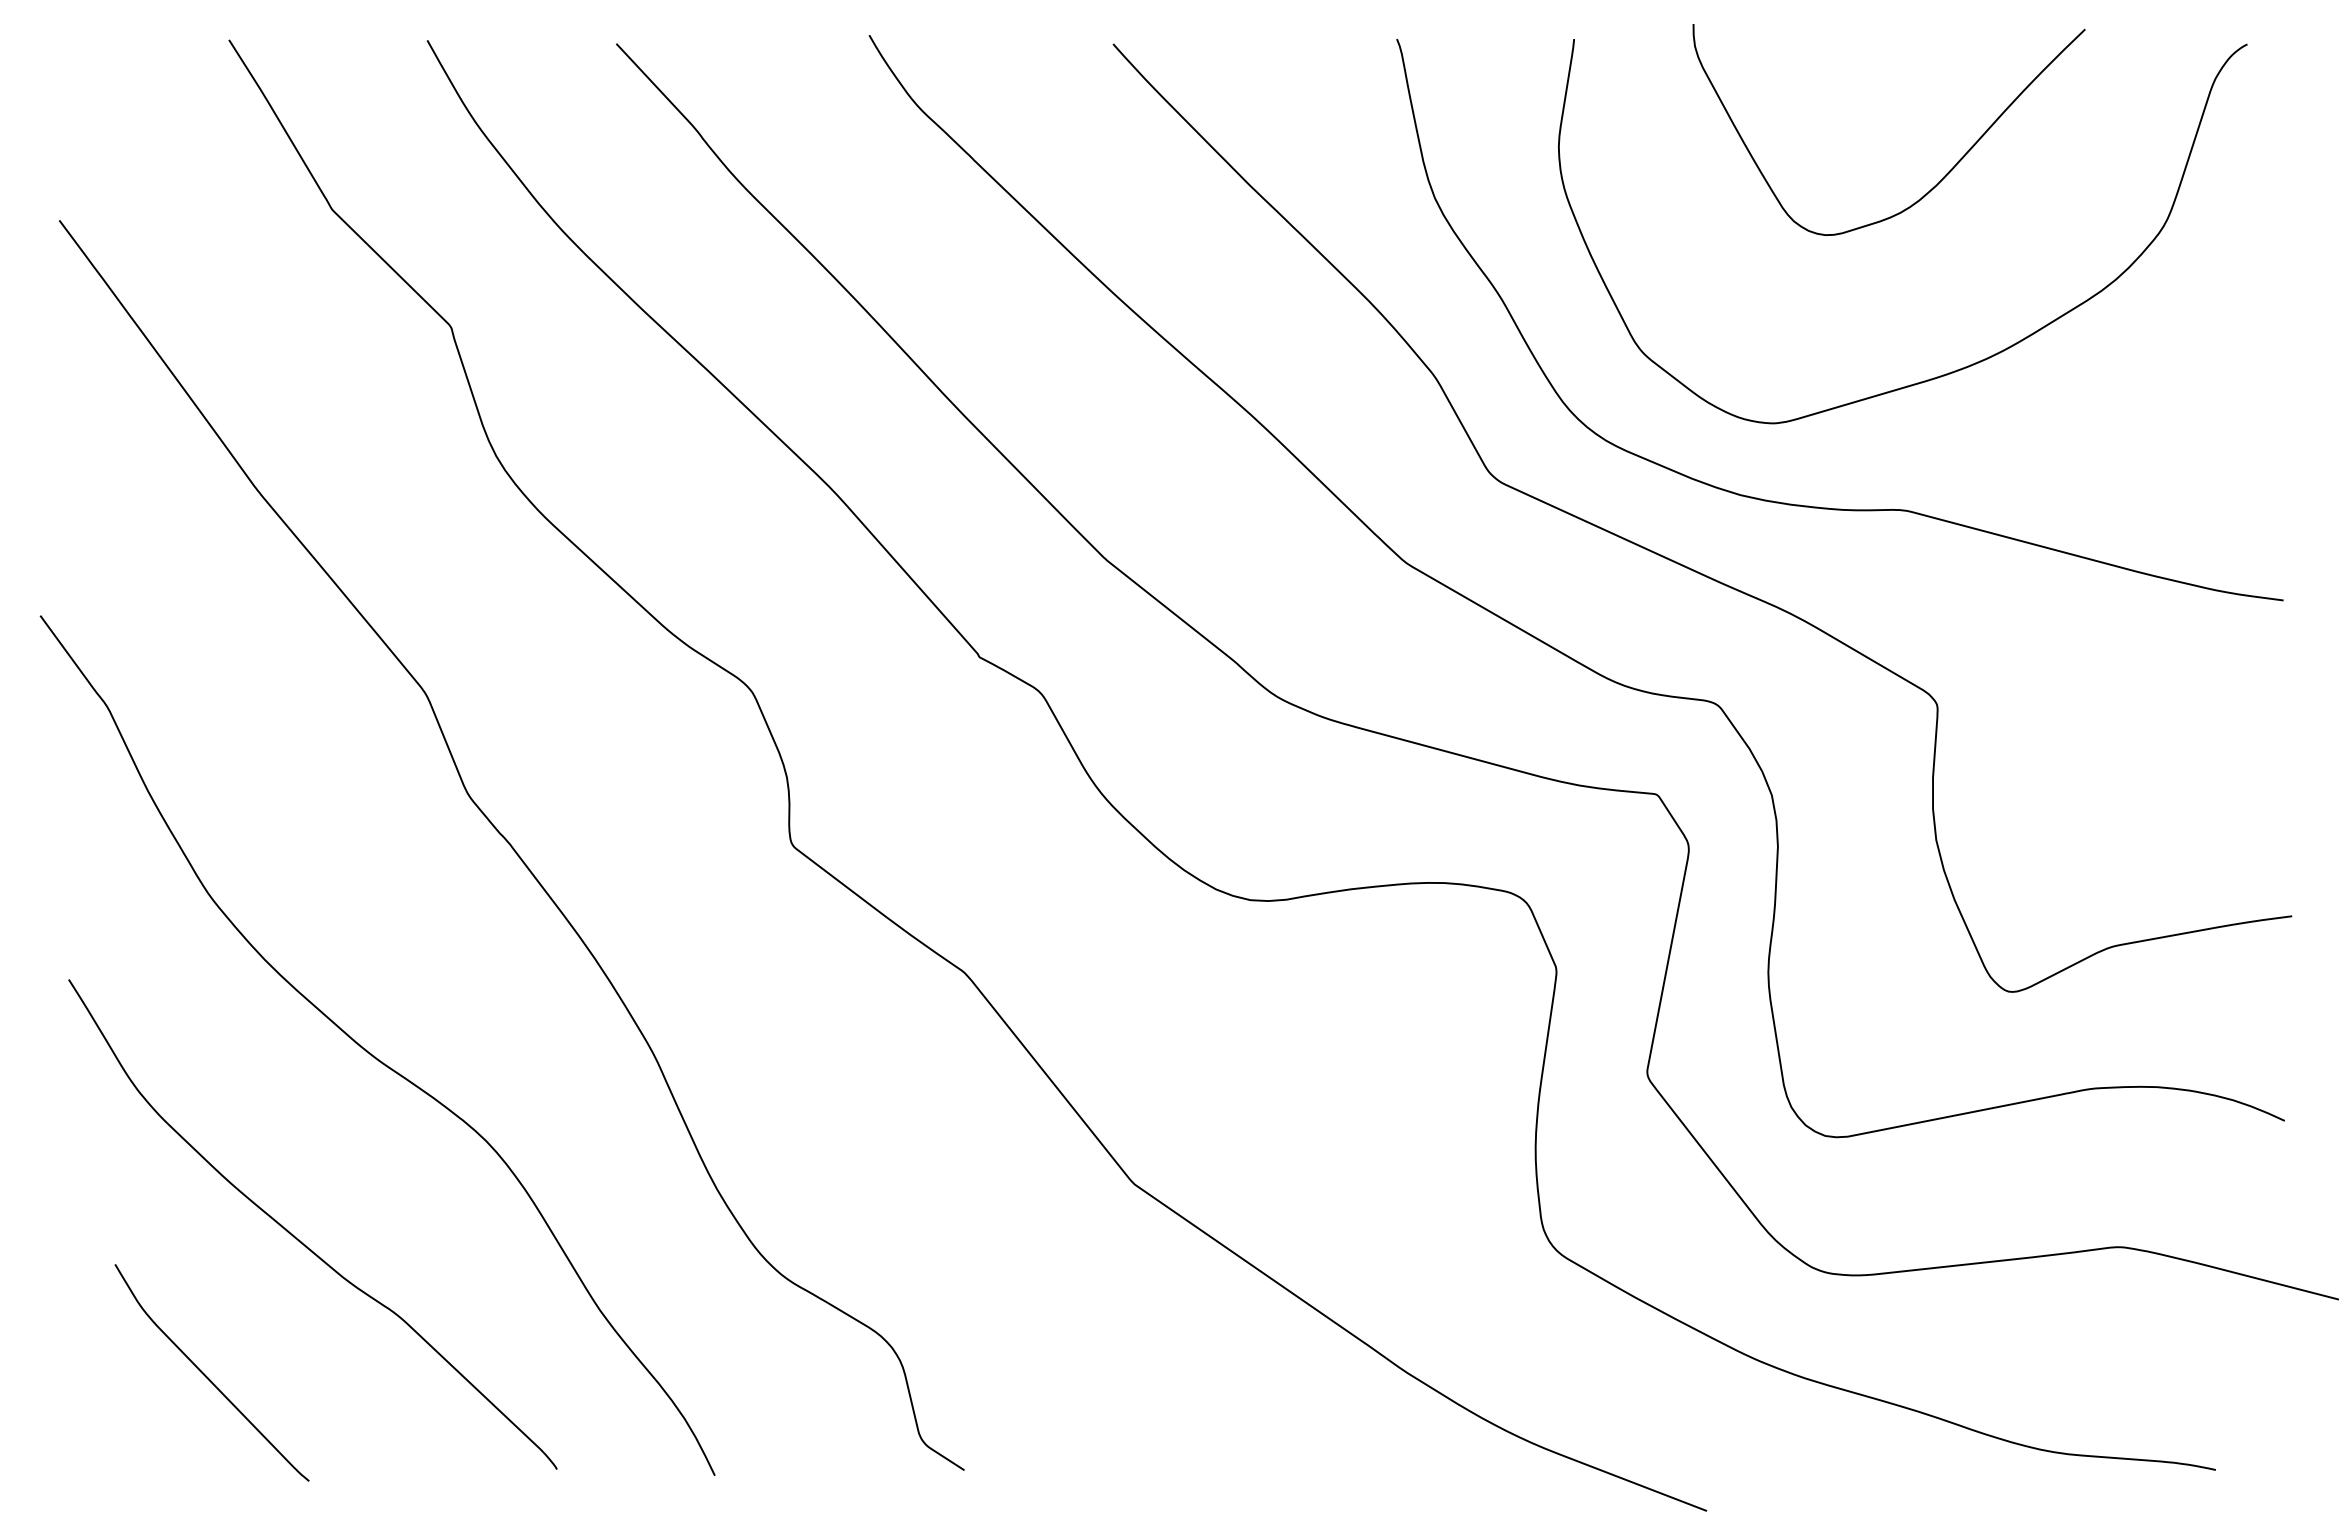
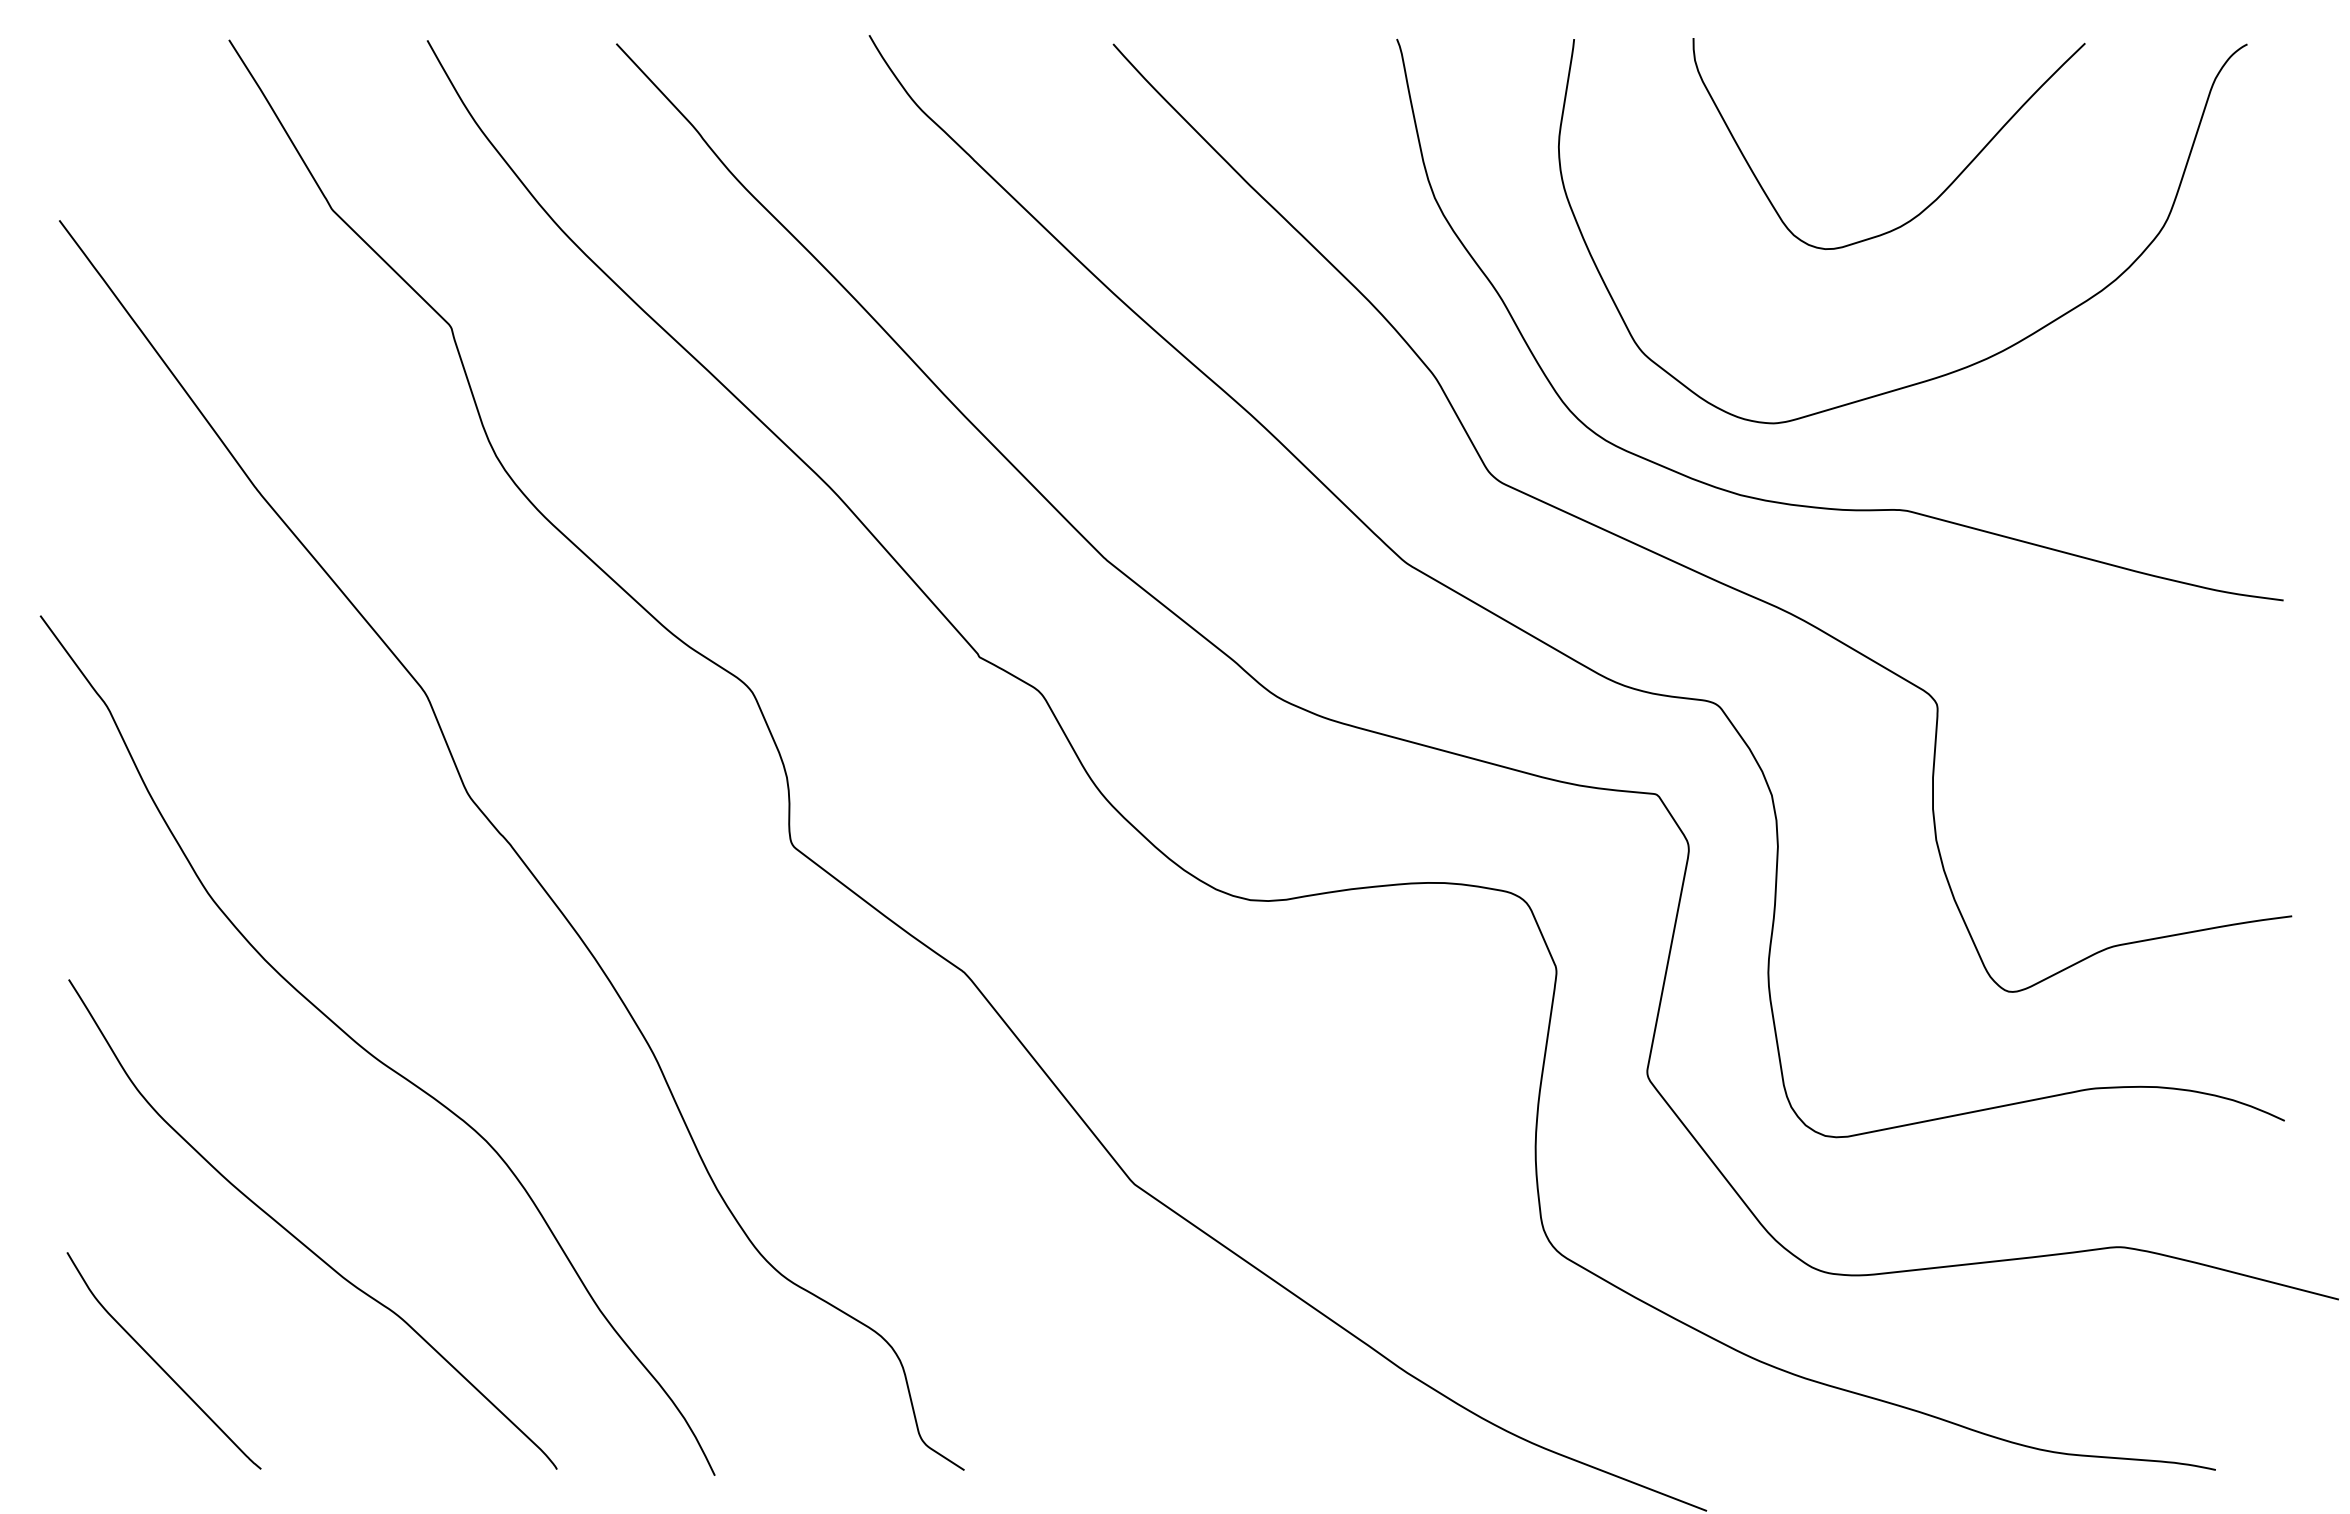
curve at (1943, 176) position: (1943, 176) -> (1943, 190)
curve at (207, 1376) position: (207, 1376) -> (159, 1364)
